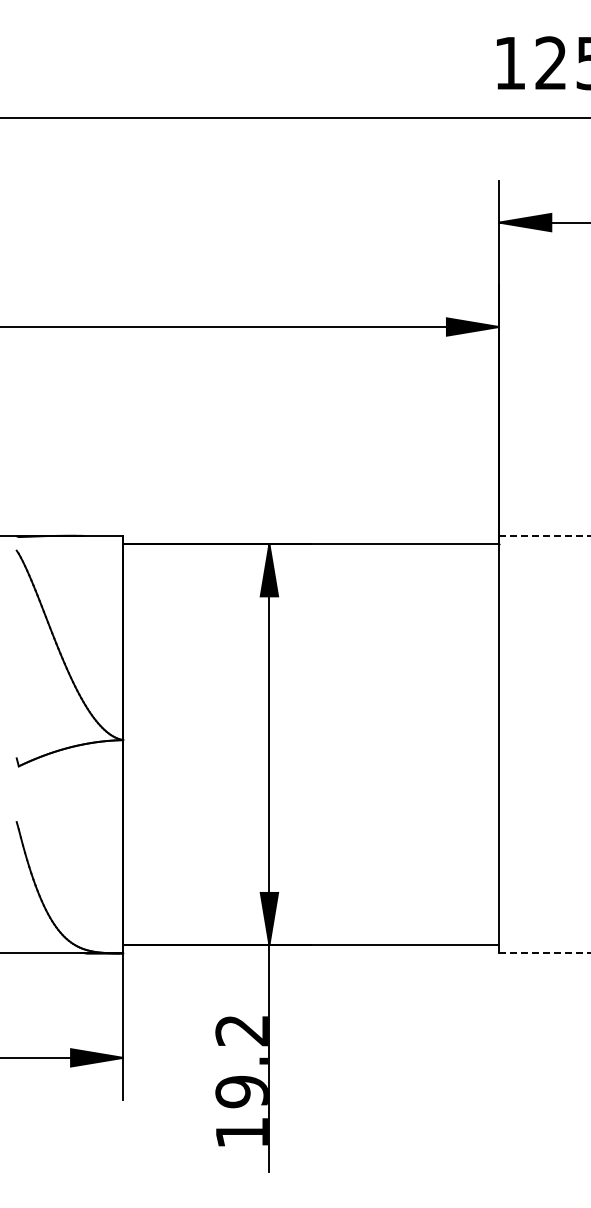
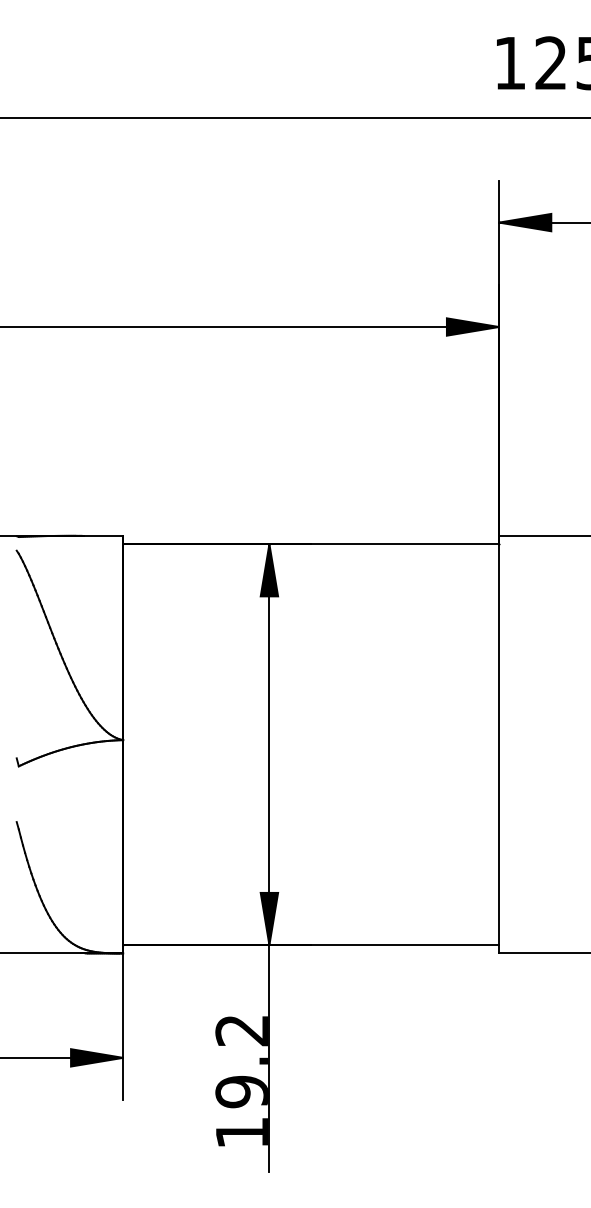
line at (545, 535): dashed -> solid
line at (545, 953): dashed -> solid
